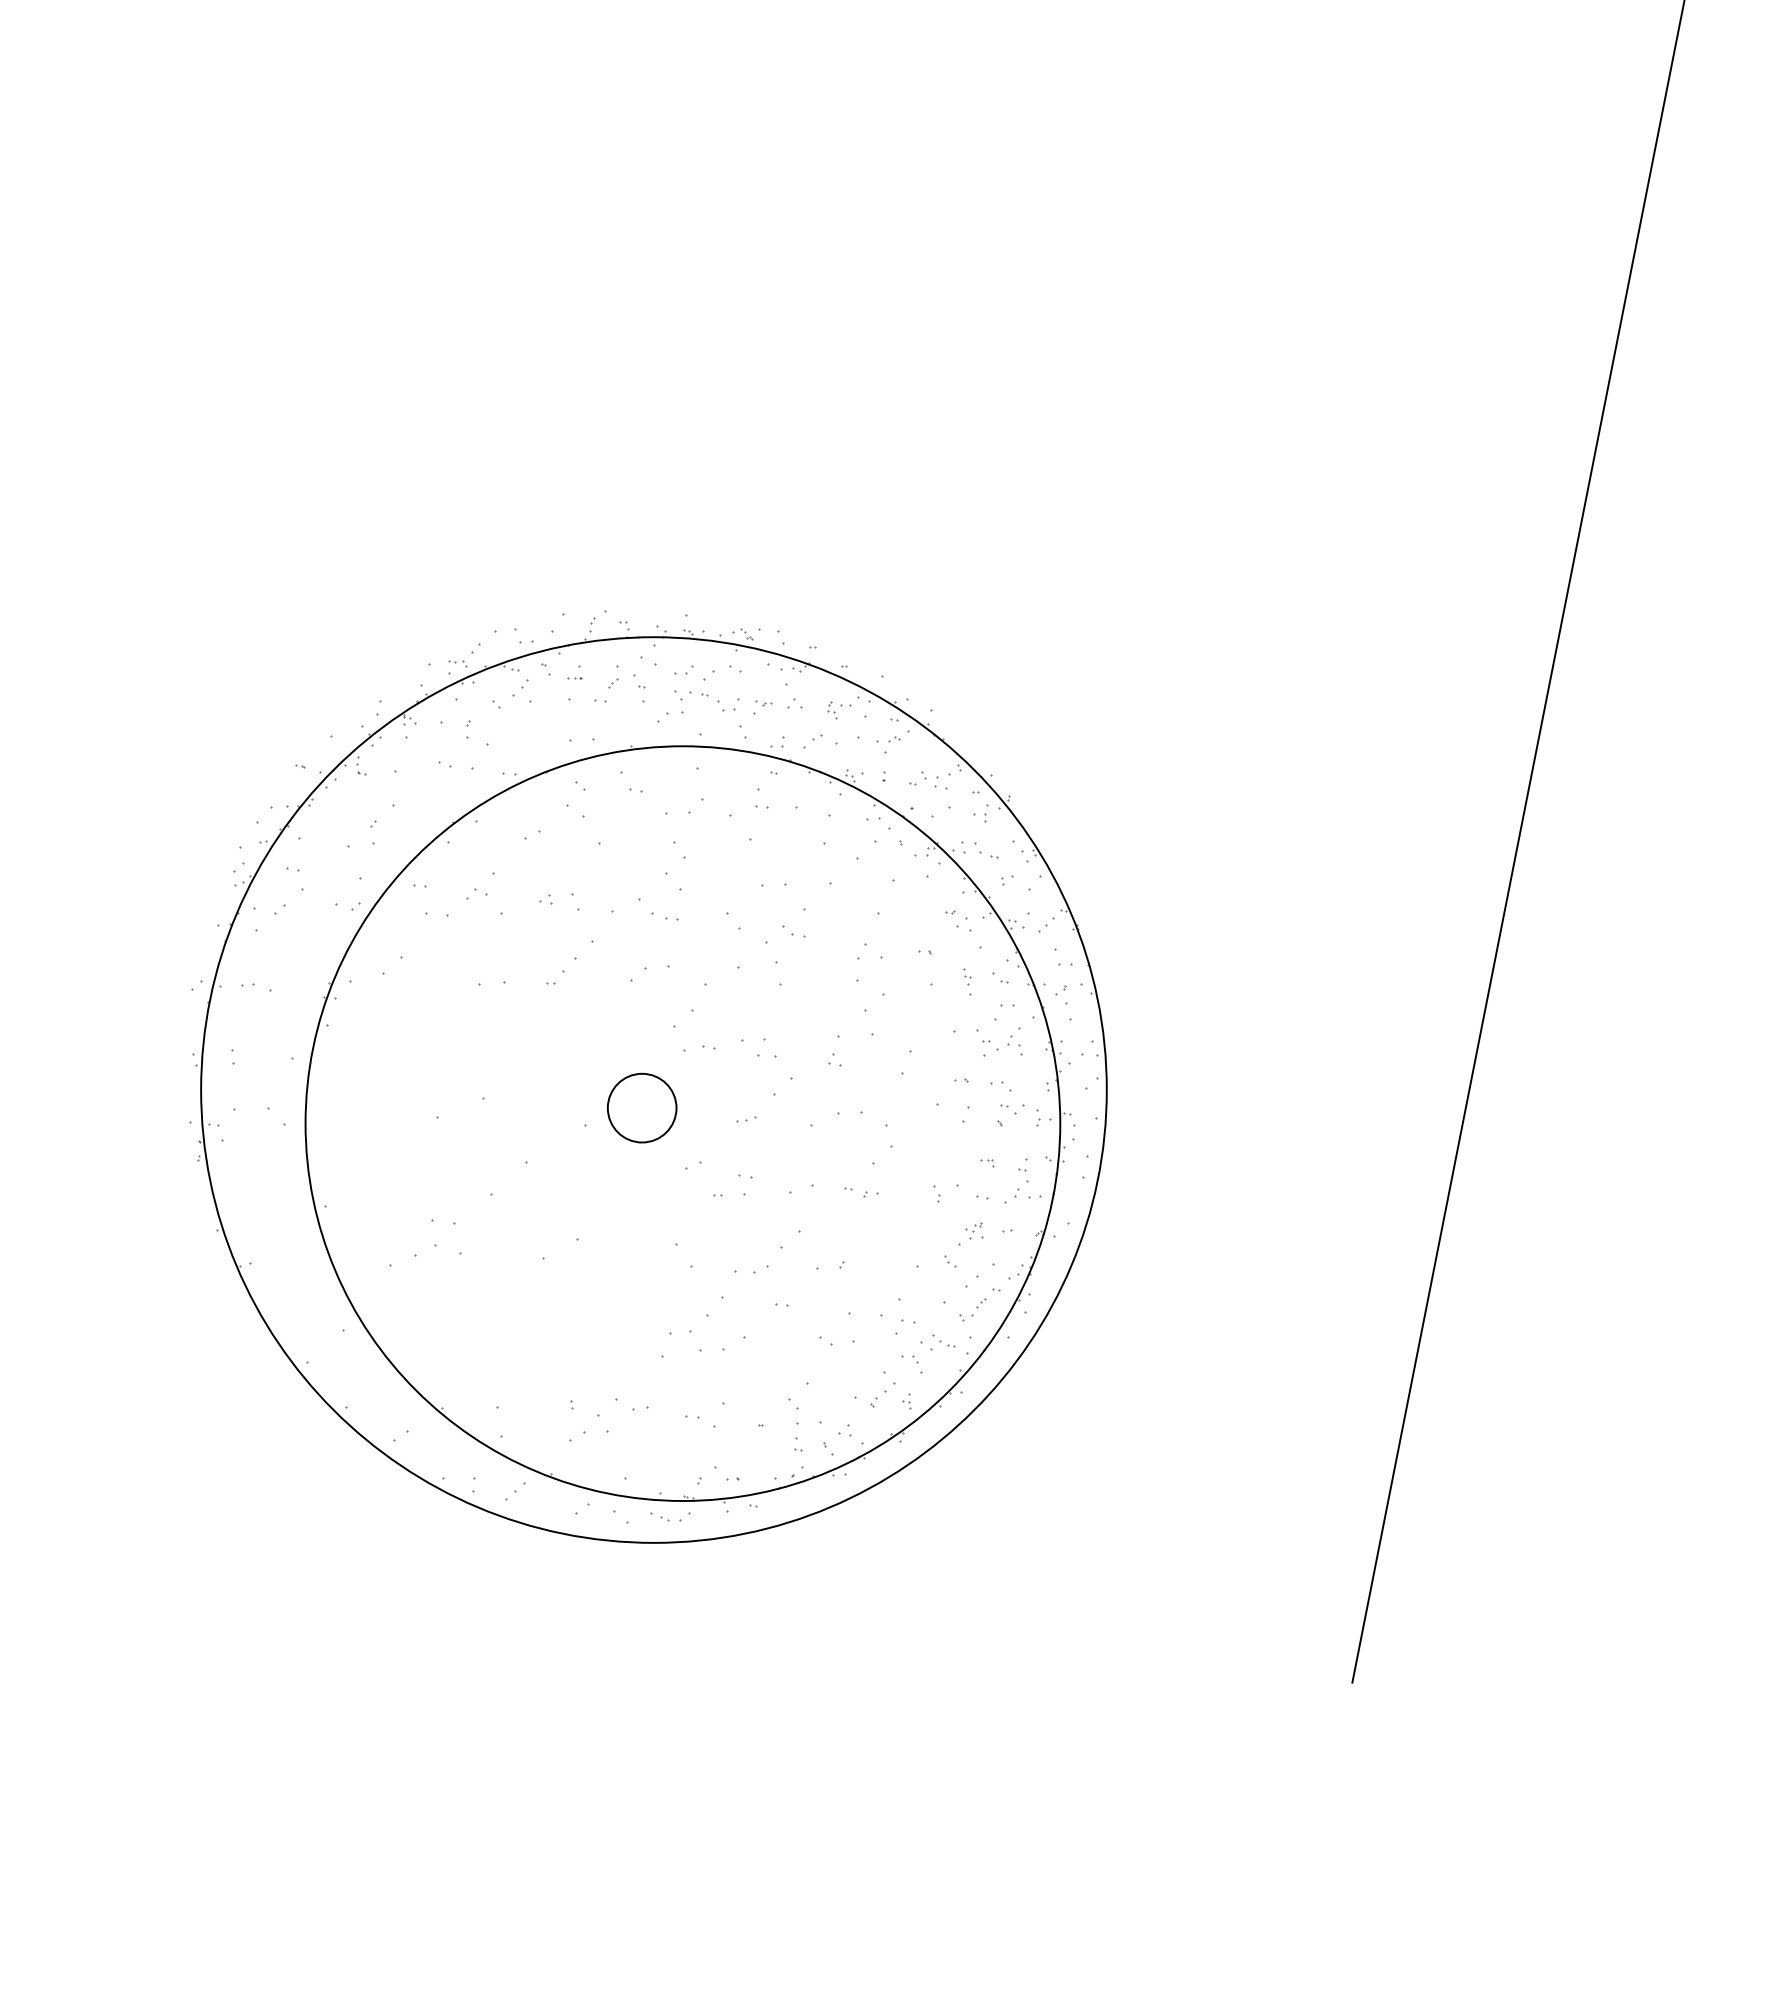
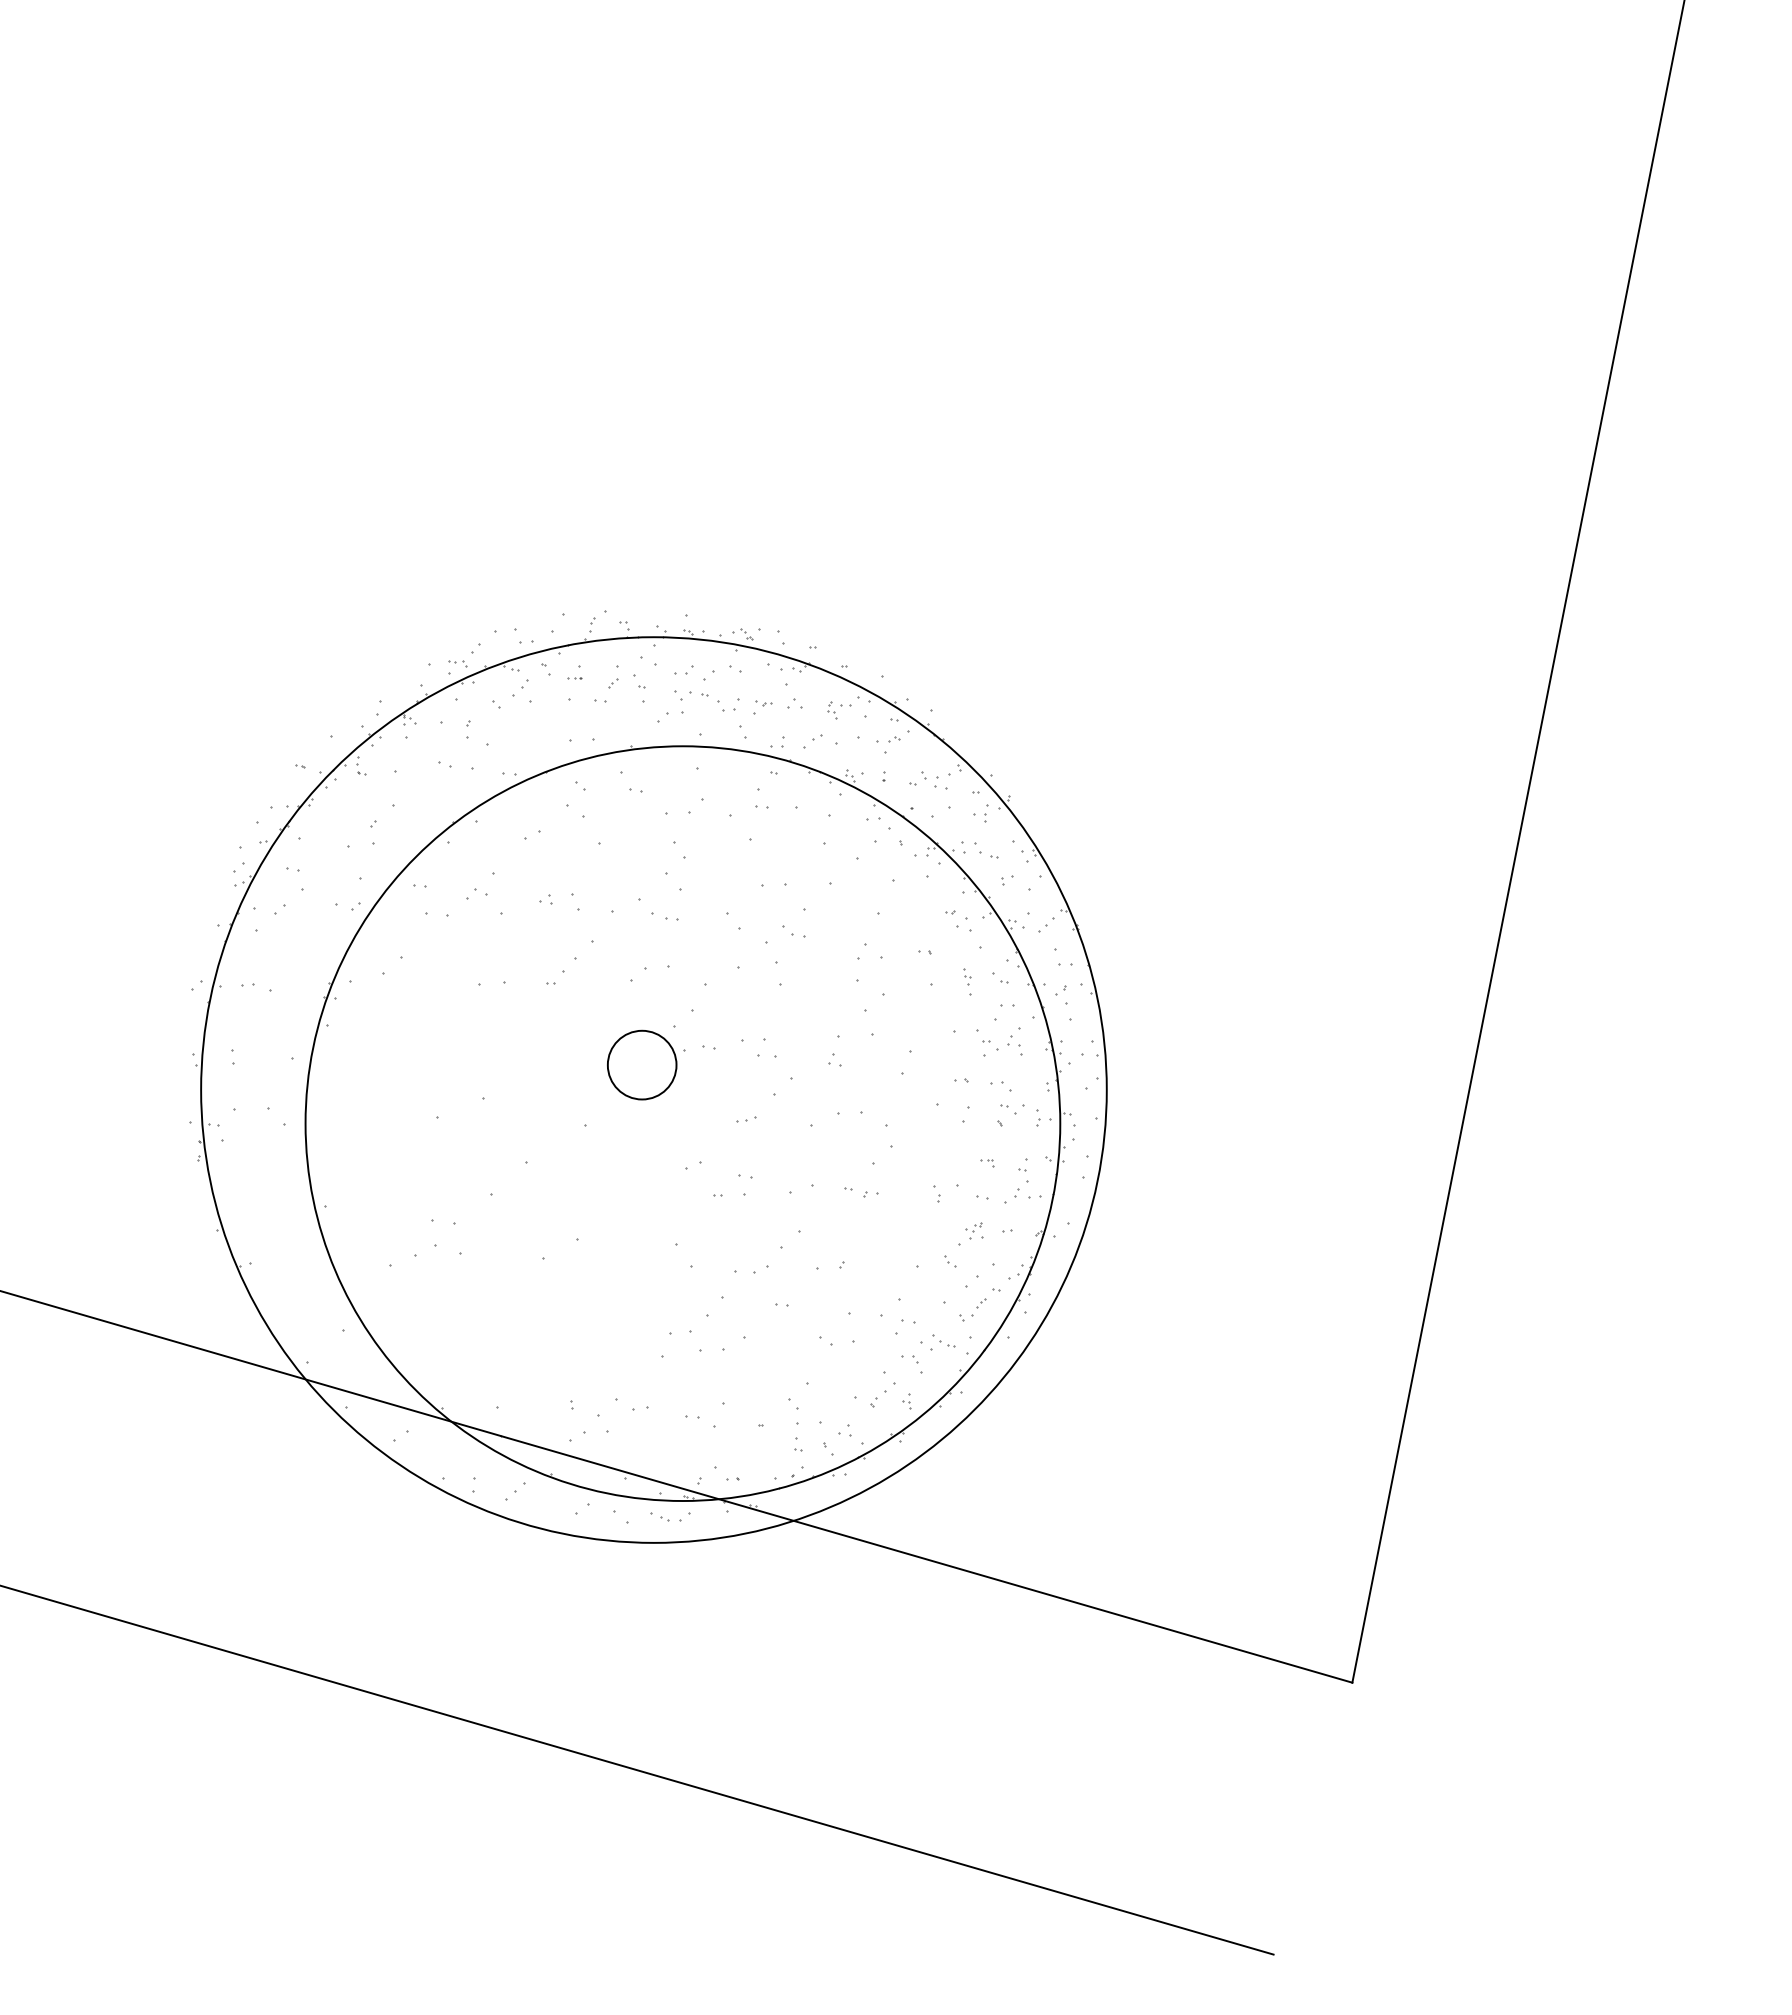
circle at (642, 1107) position: (642, 1107) -> (642, 1064)
line at (677, 1486): none -> present
line at (637, 1770): none -> present
